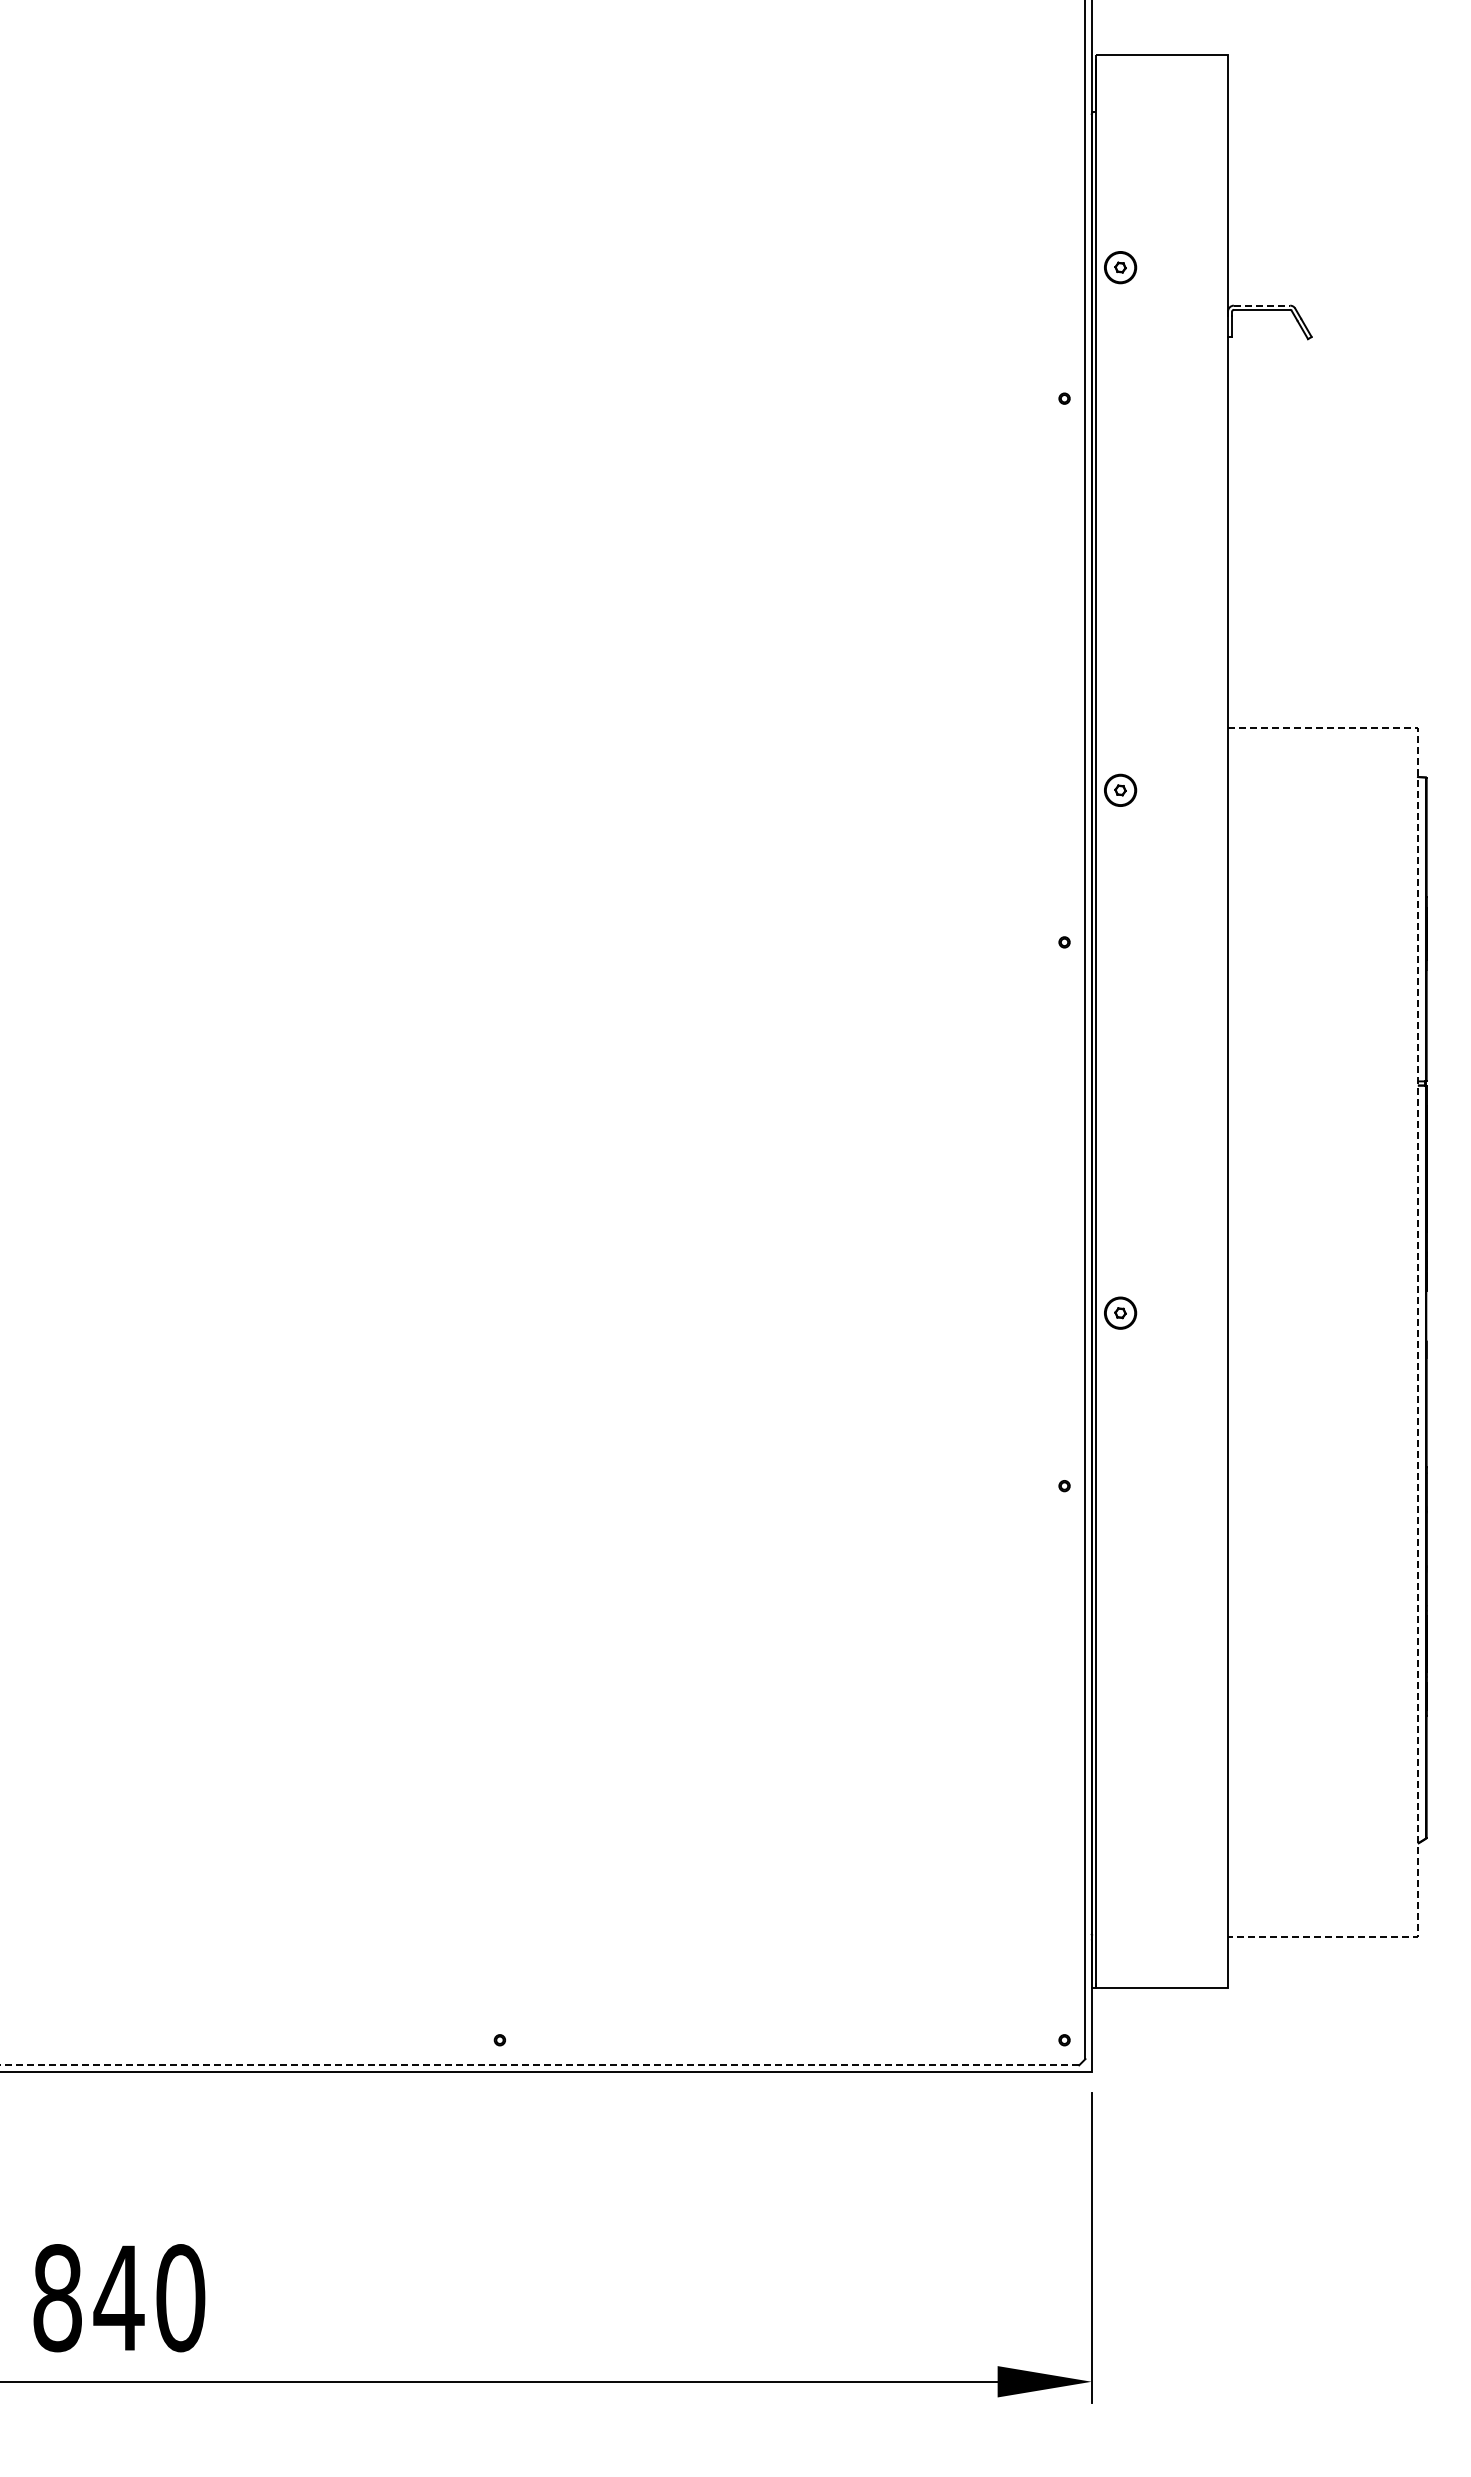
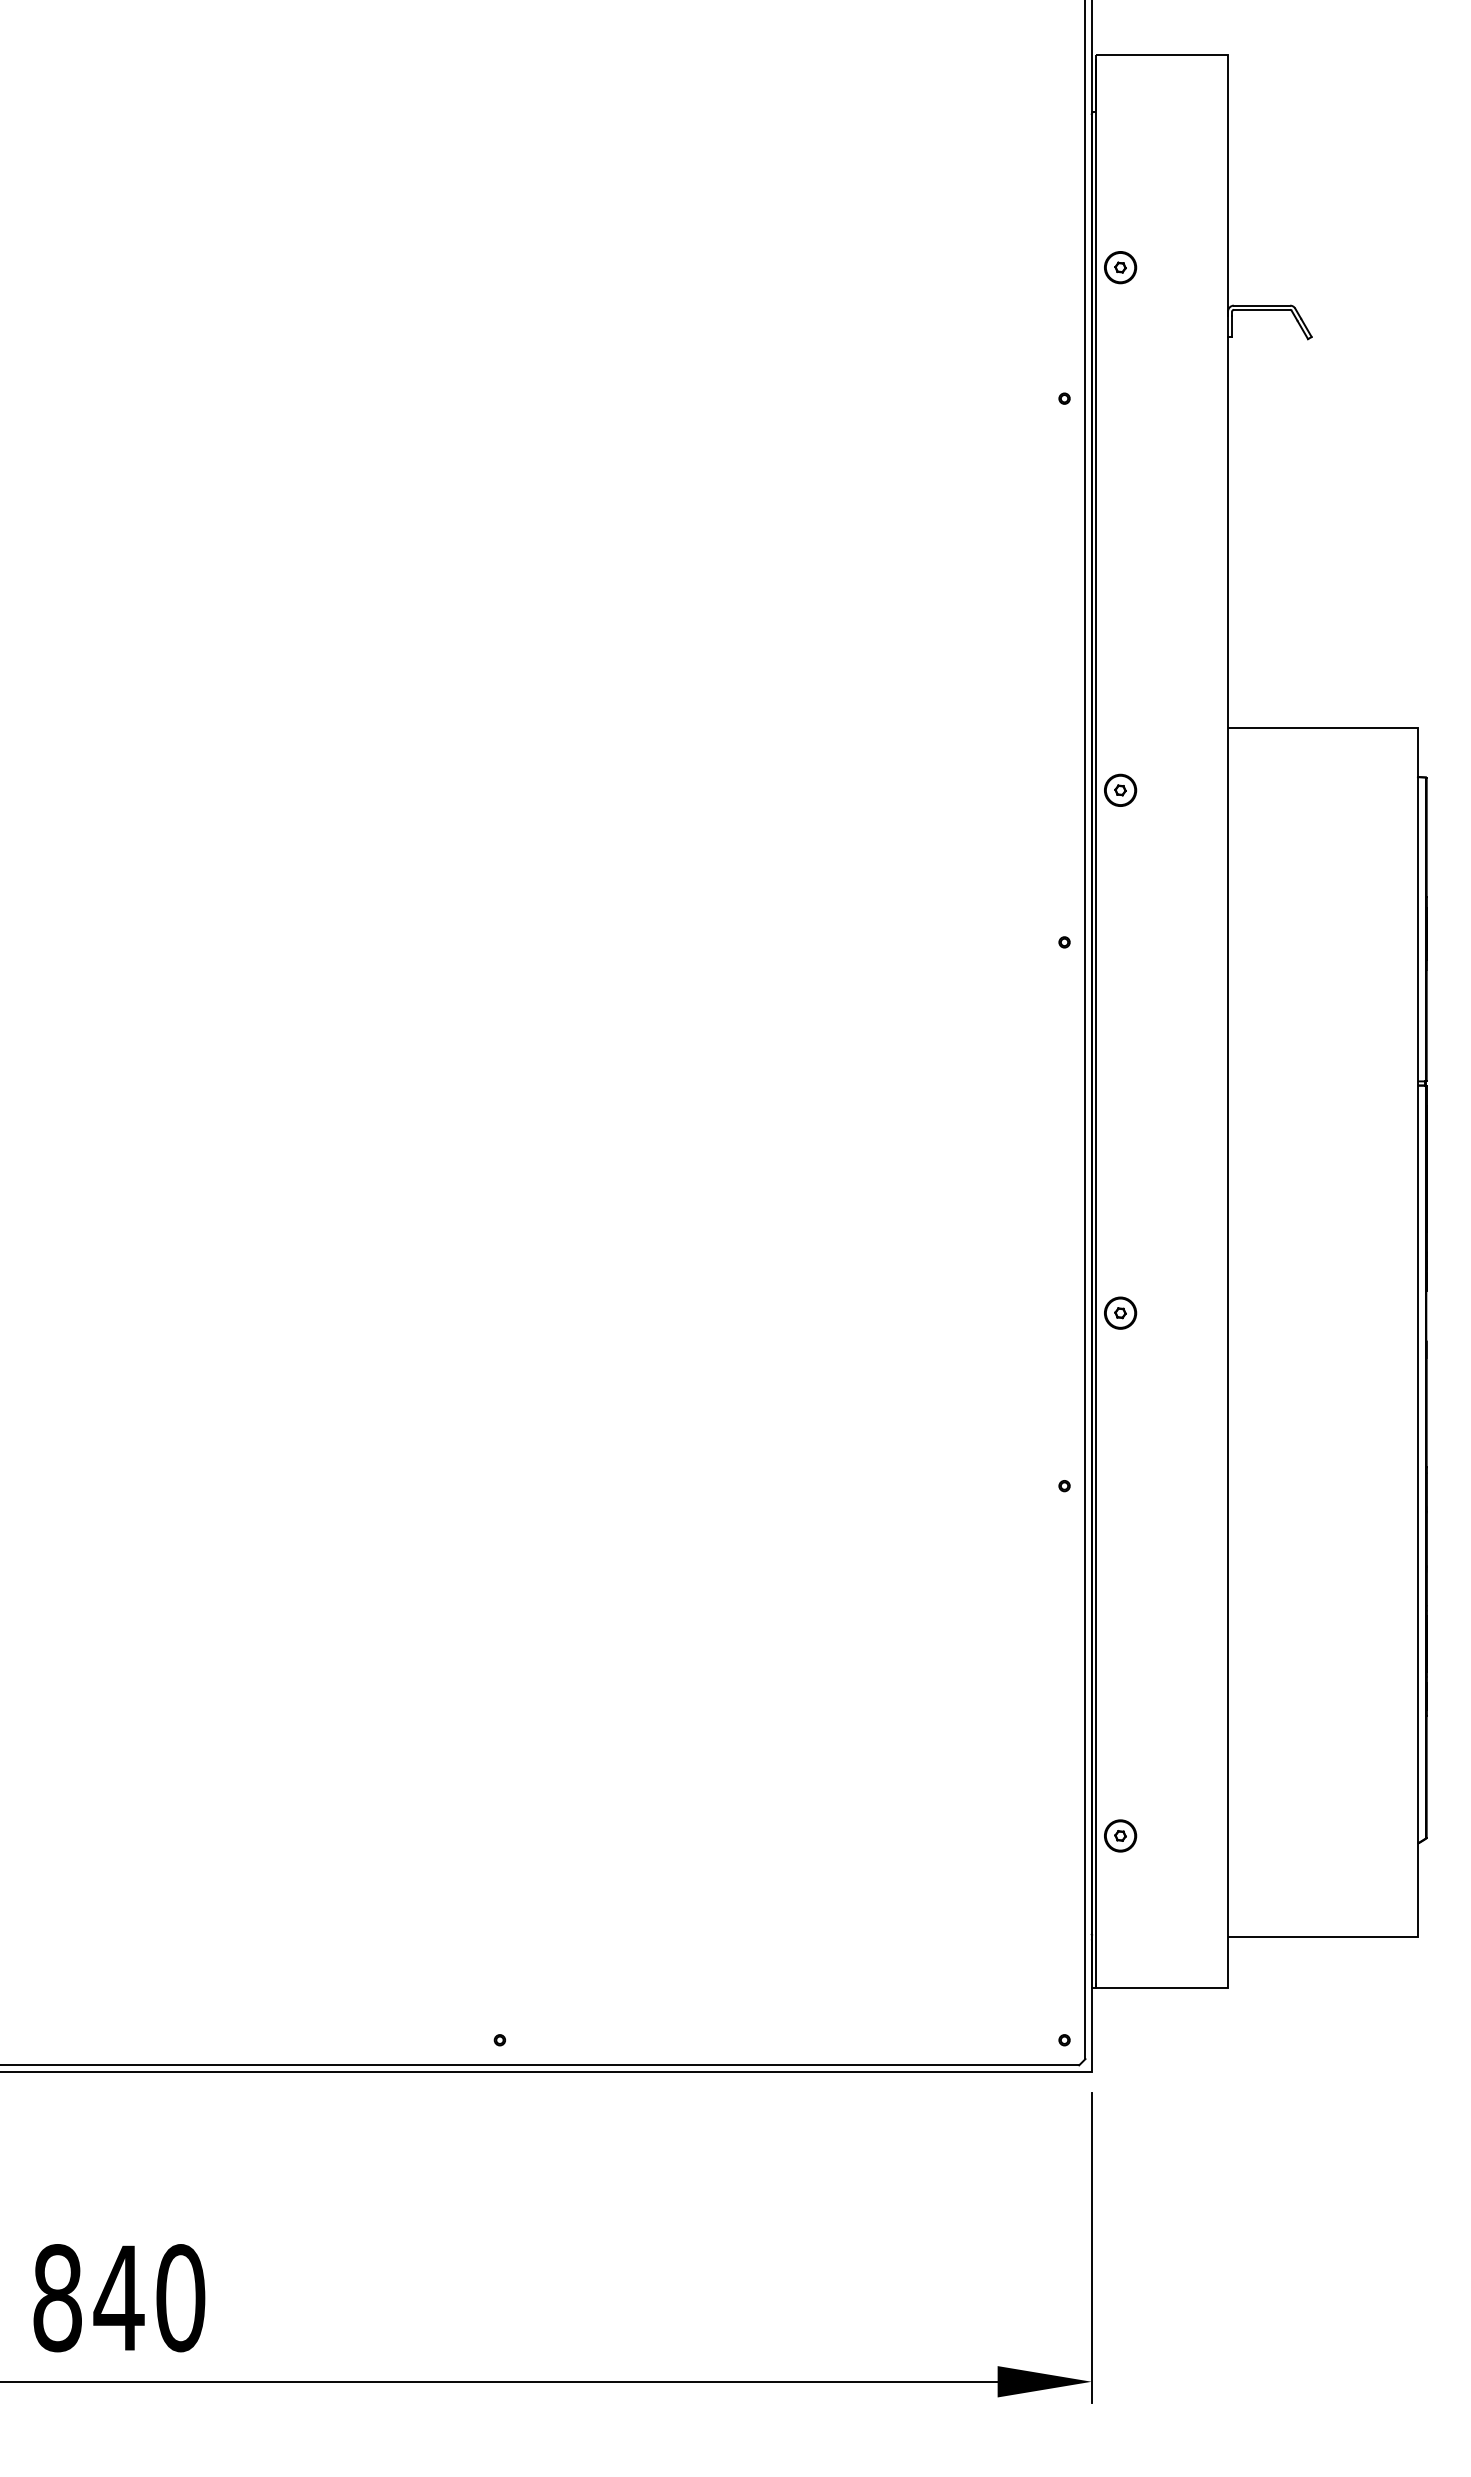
line at (1262, 305): dashed -> solid
line at (1417, 1332): dashed -> solid
part at (1120, 1835): none -> present
line at (539, 2065): dashed -> solid
